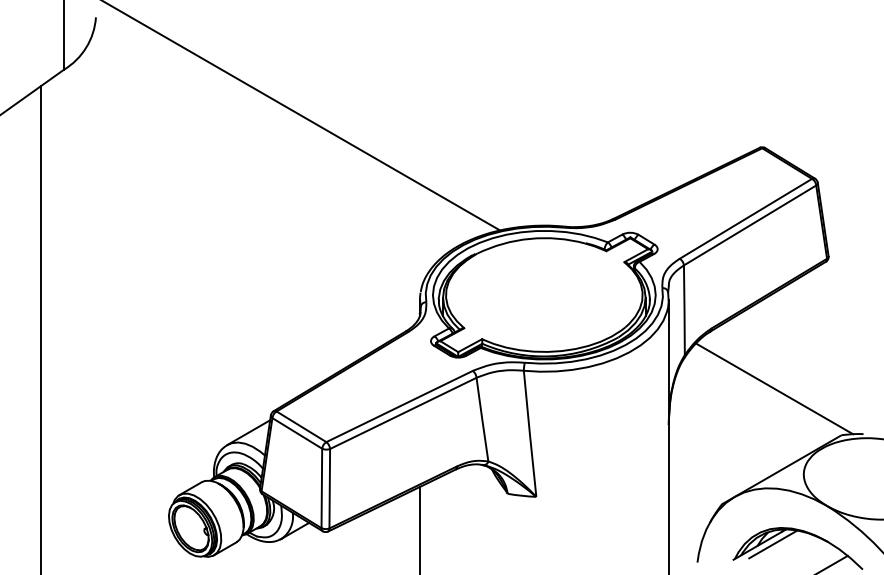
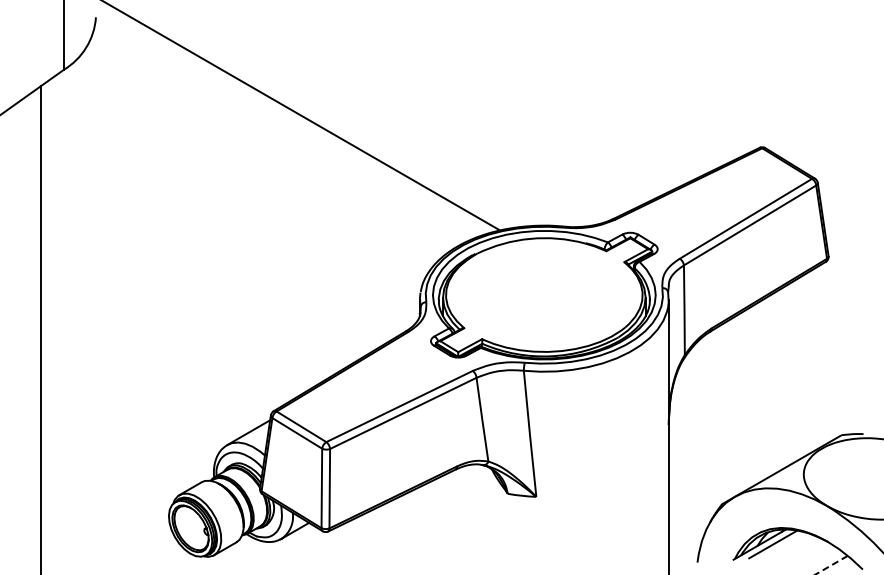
line at (774, 388): present -> none
line at (419, 528): present -> none
line at (831, 565): solid -> dashed
